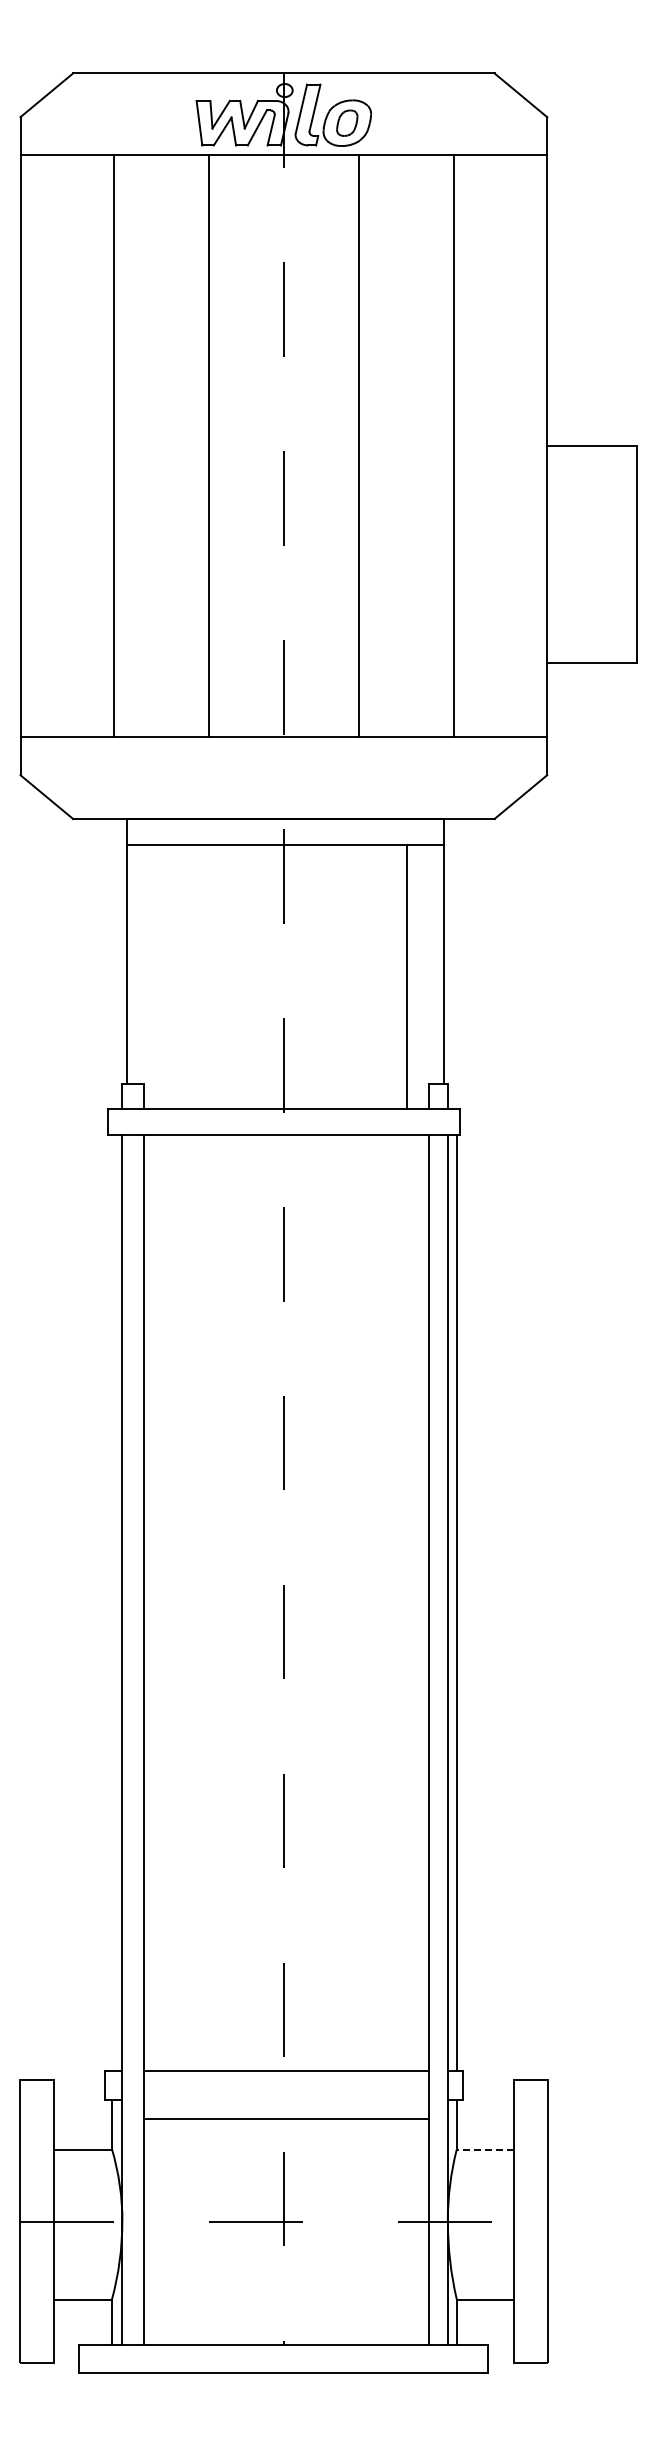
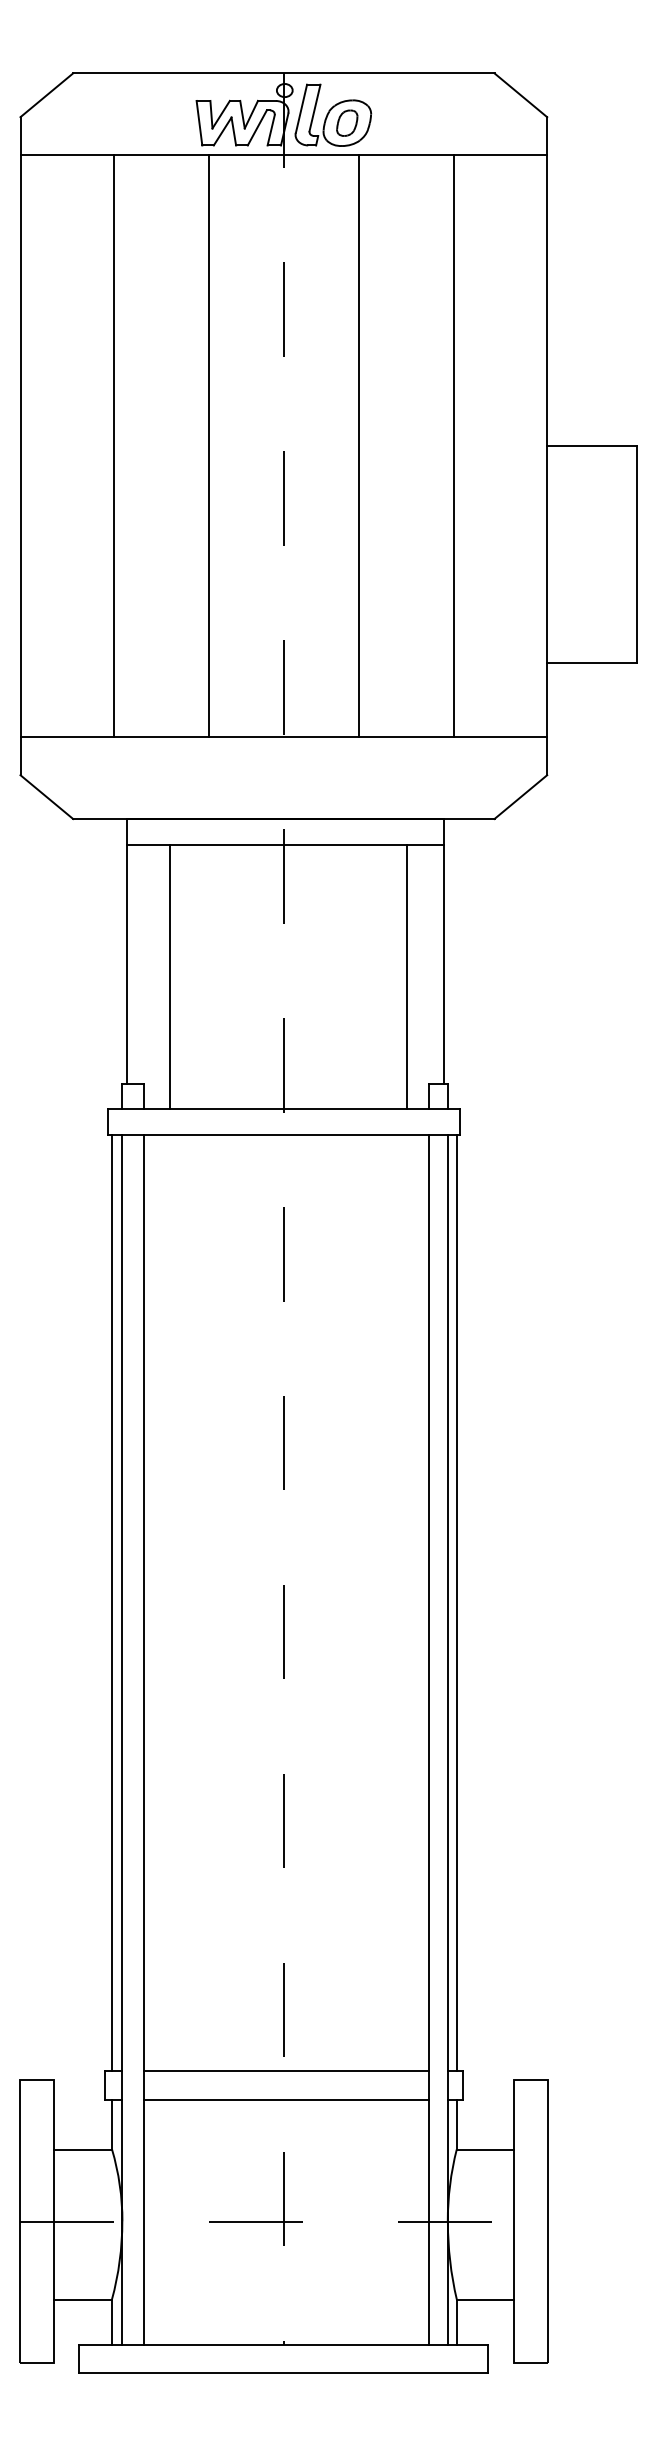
line at (169, 976): none -> present
line at (111, 1602): none -> present
line at (286, 2119) position: (286, 2119) -> (286, 2100)
line at (485, 2149): dashed -> solid
